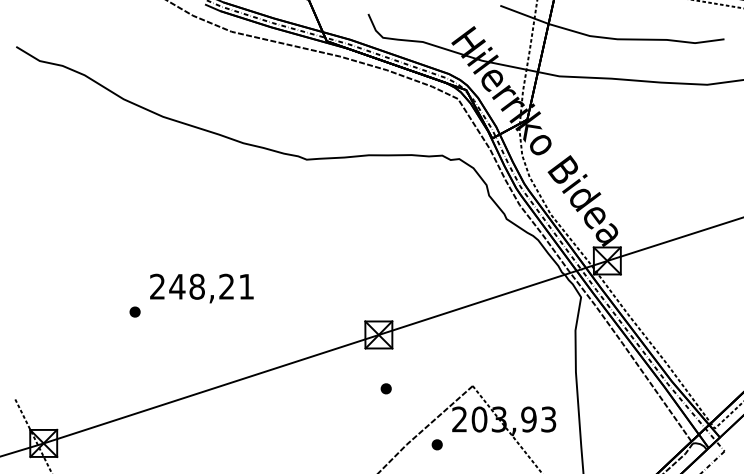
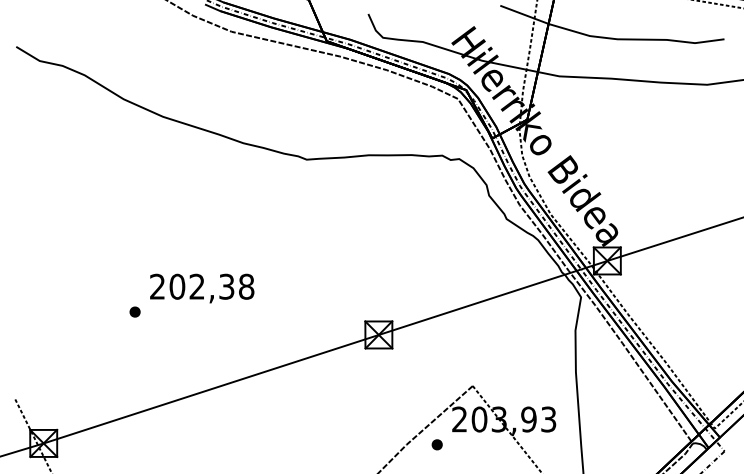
text at (211, 286): 248,21 -> 202,38
part at (385, 388): present -> none
